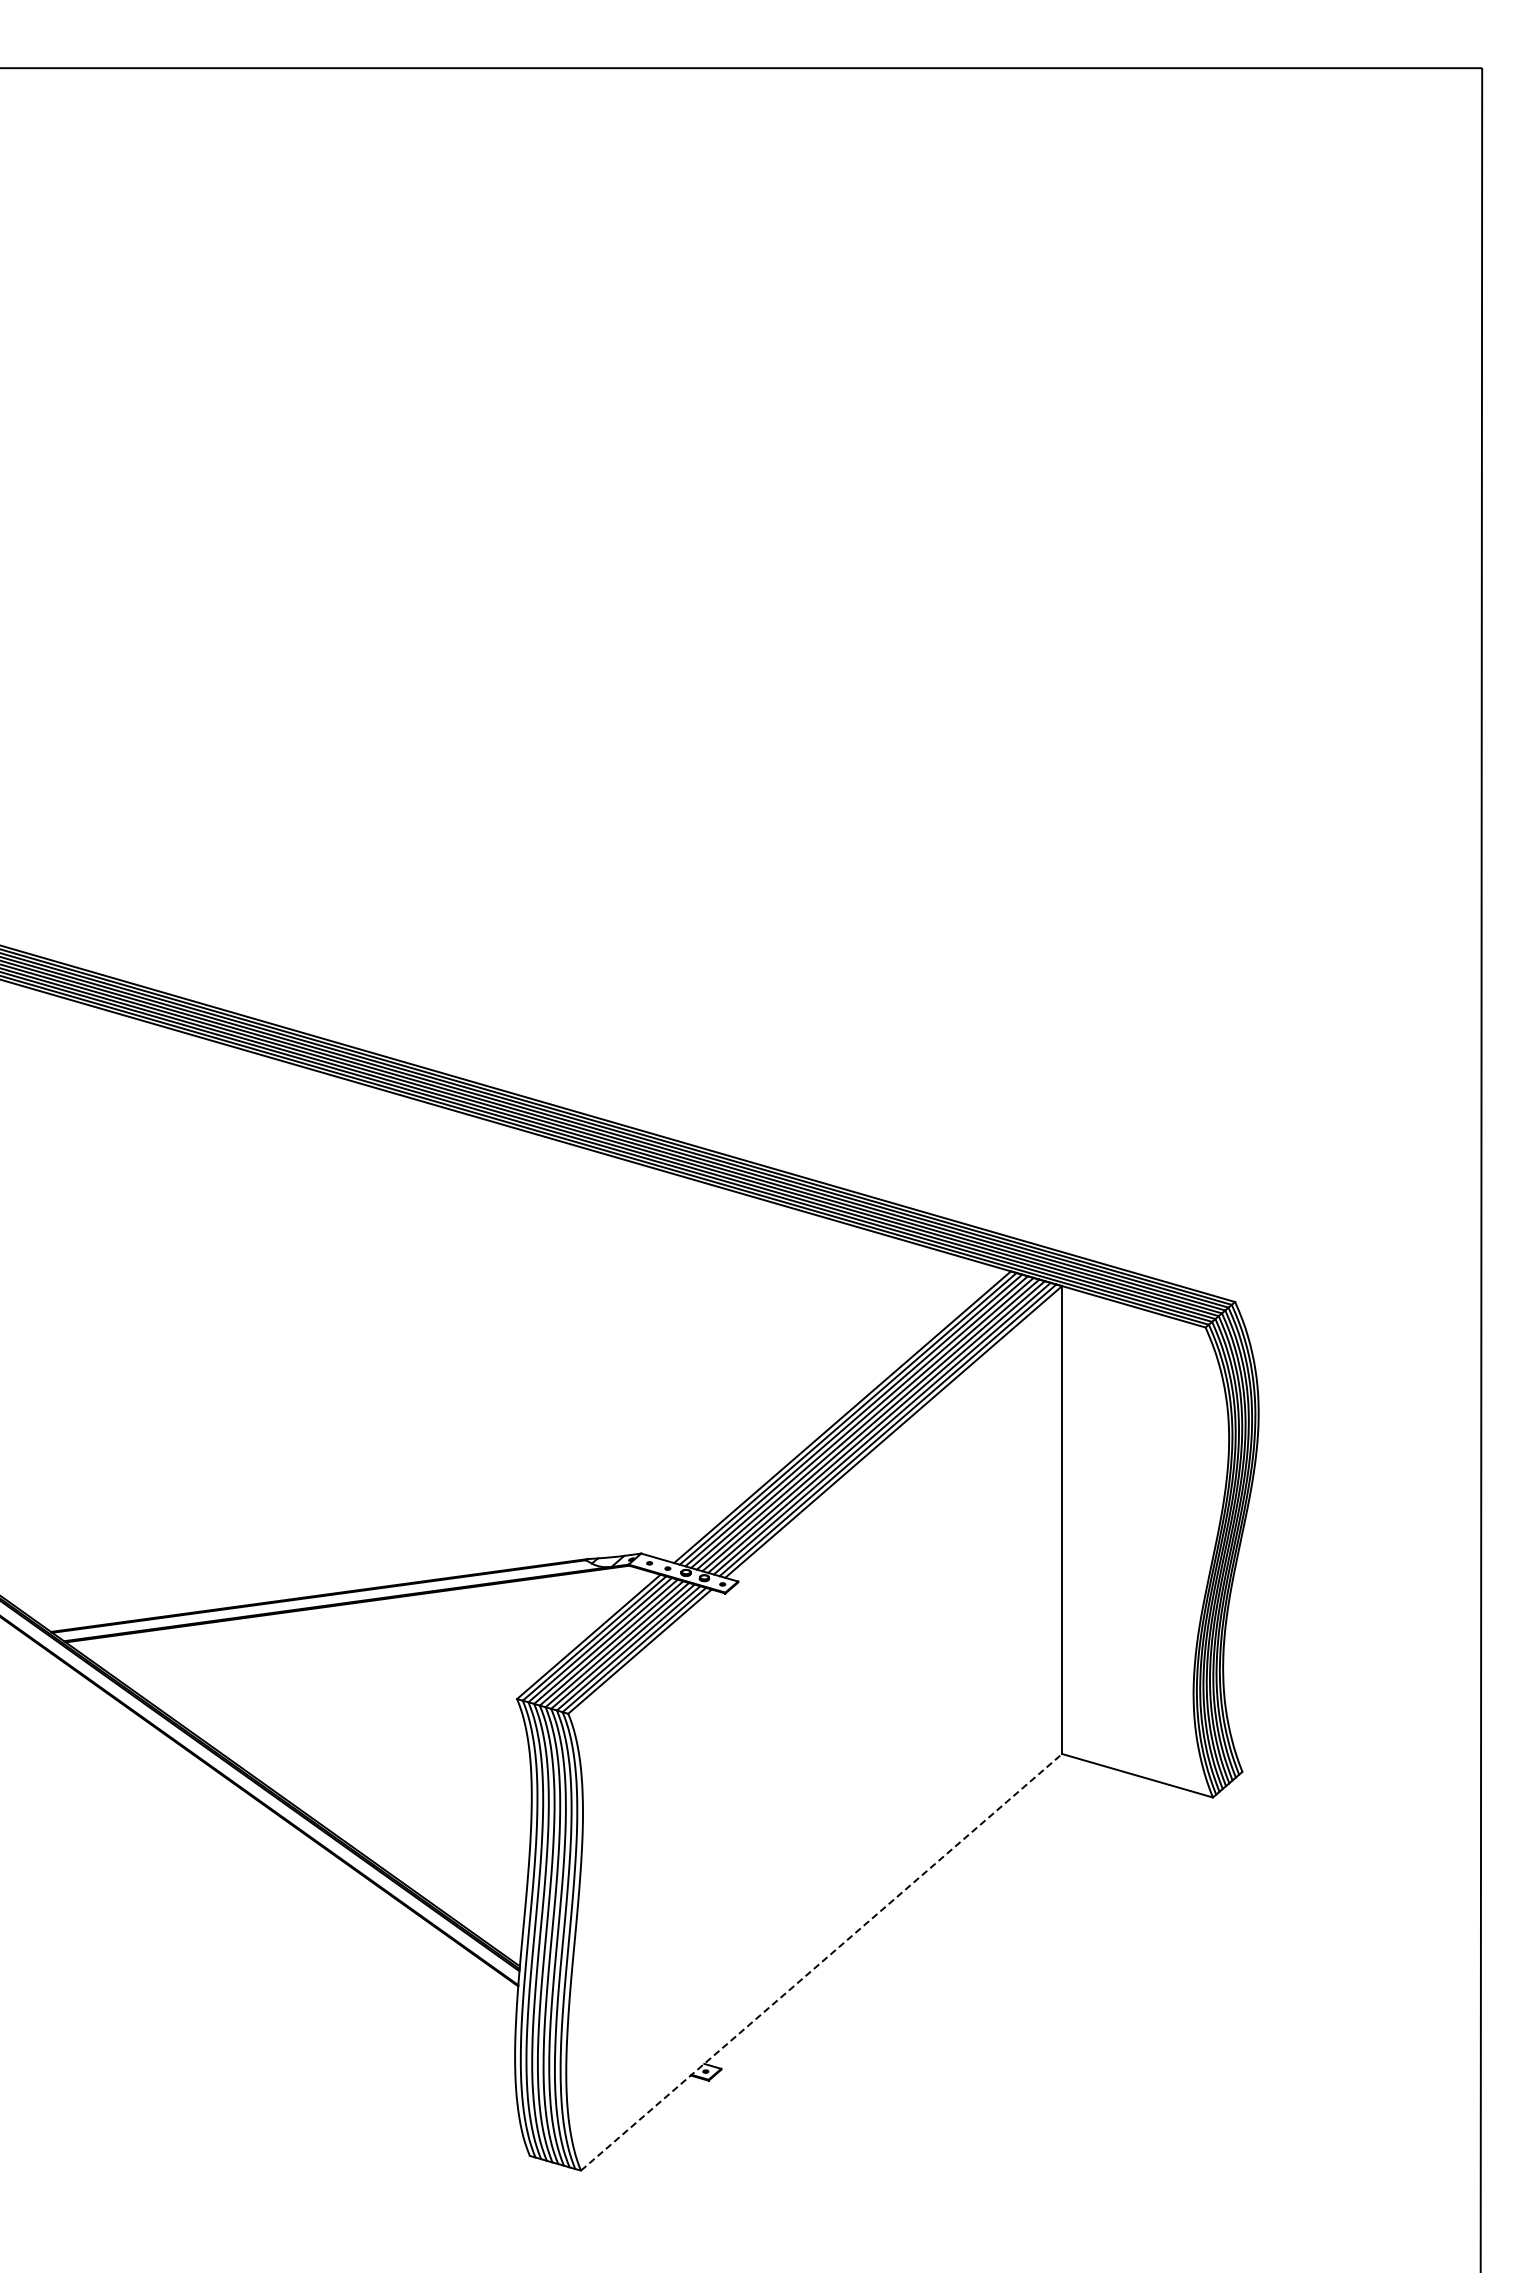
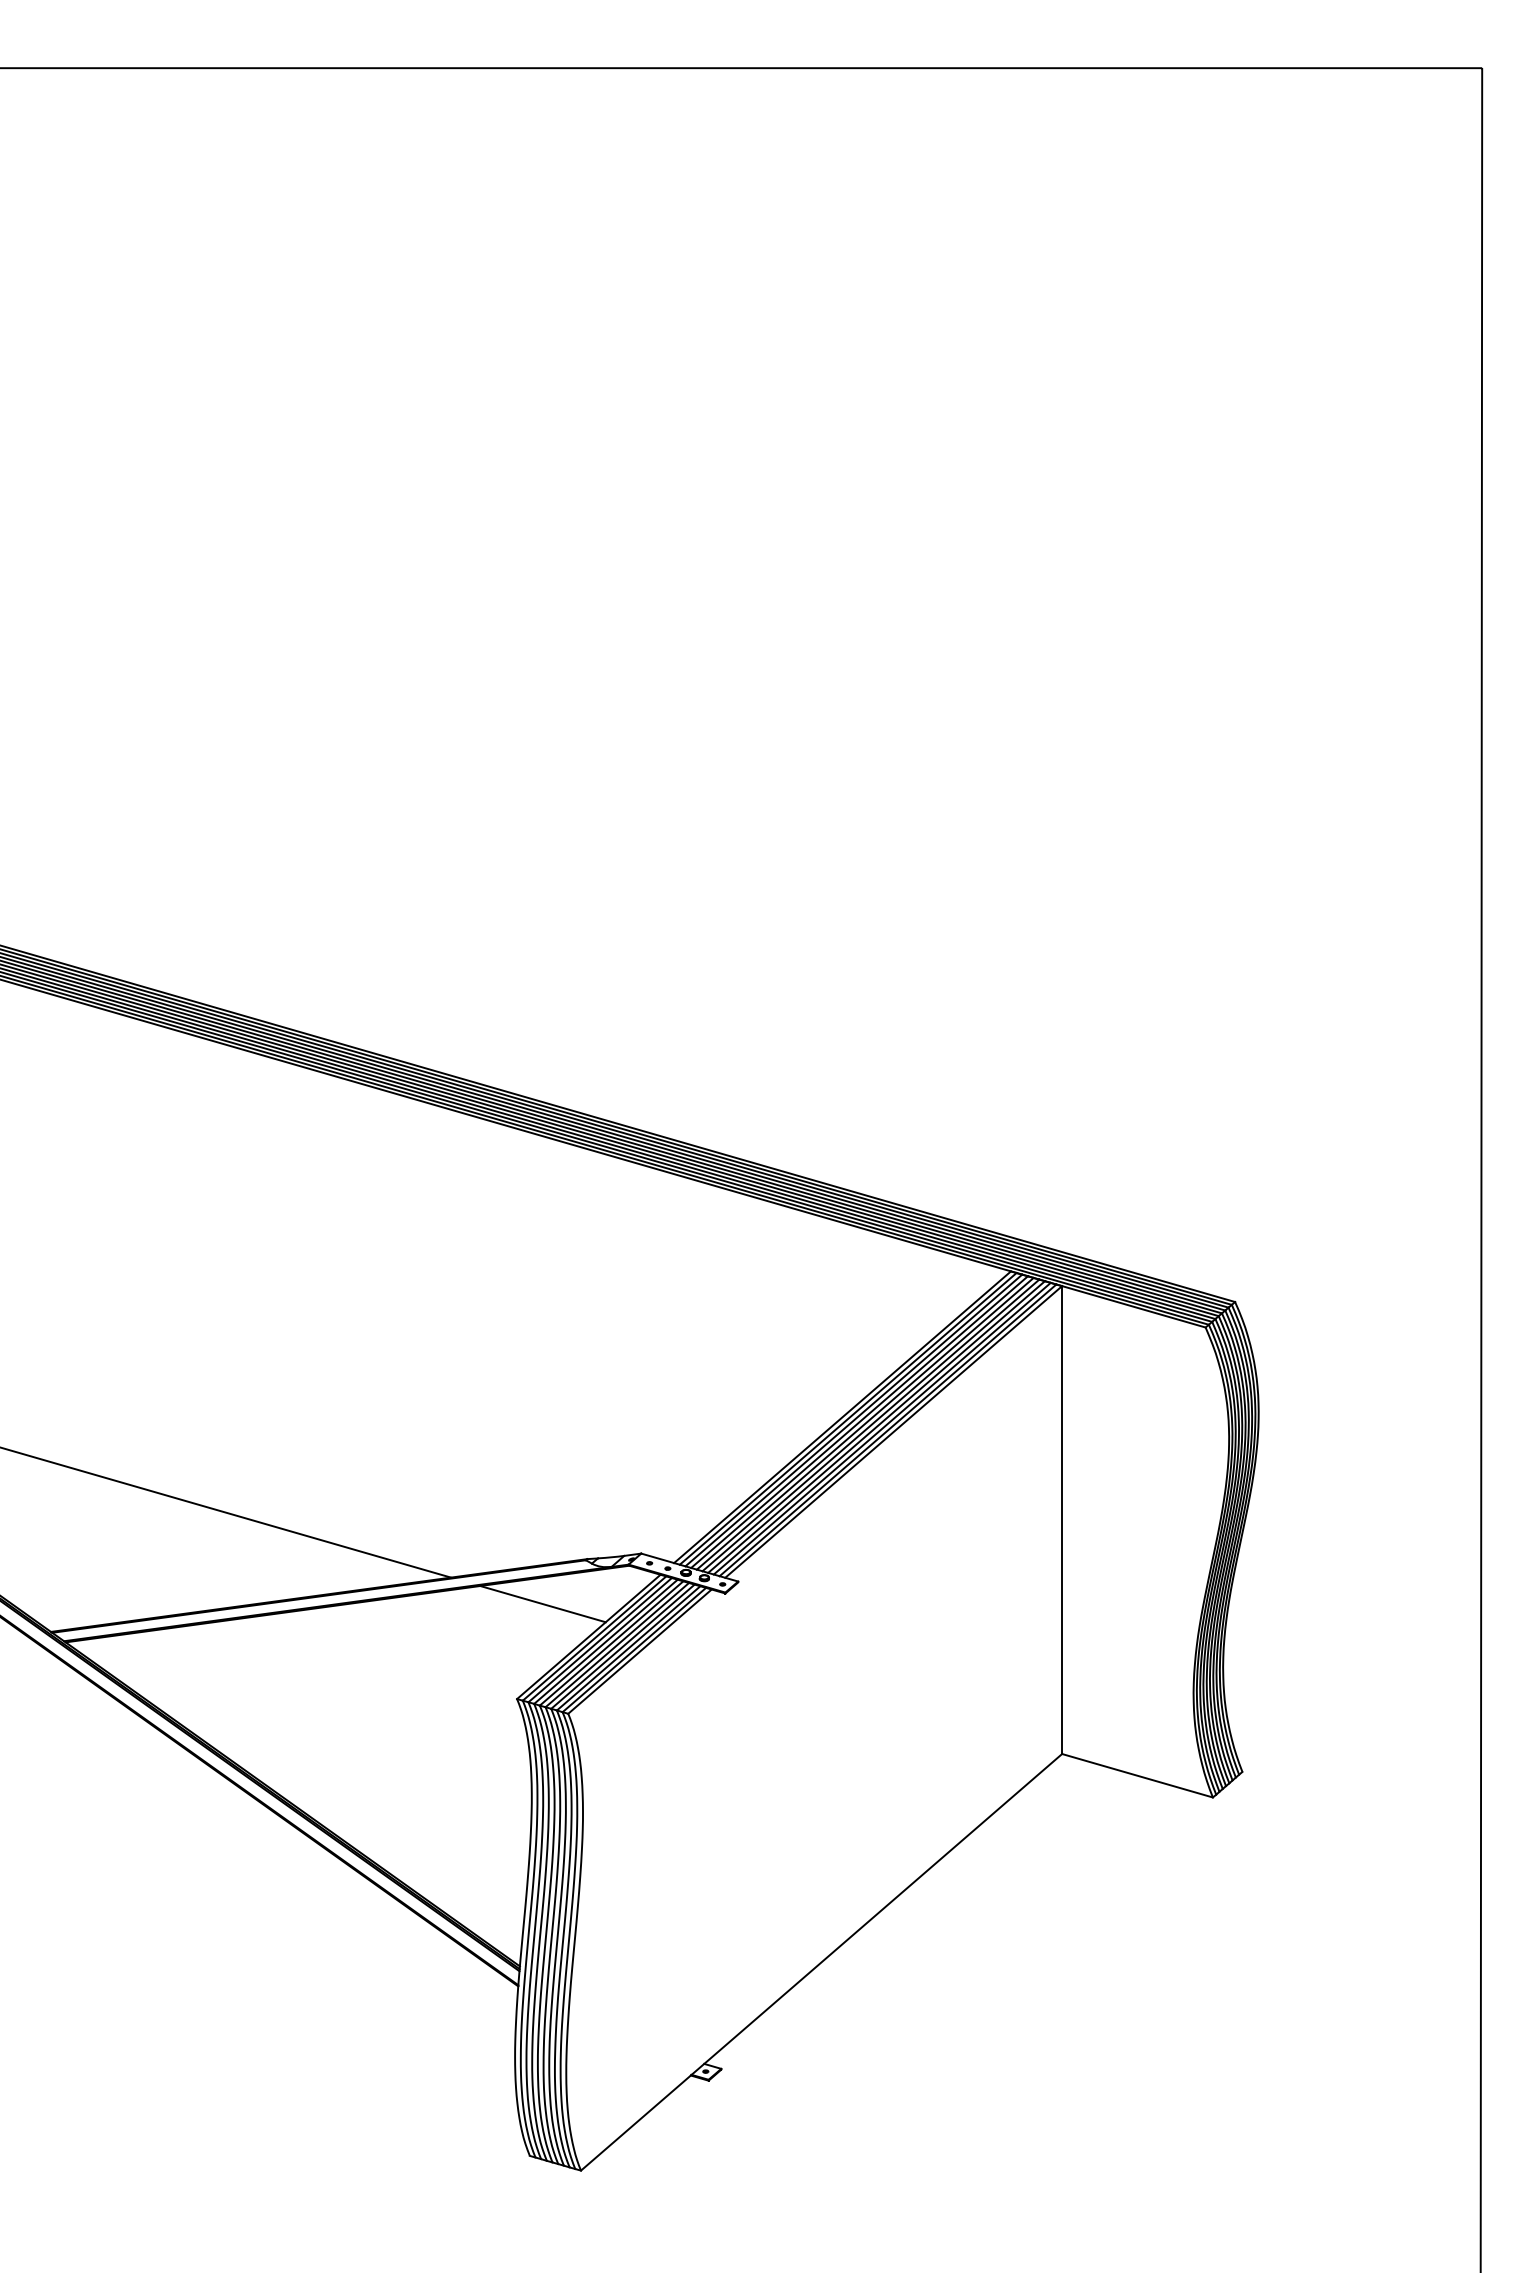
line at (226, 1512): none -> present
line at (542, 1604): none -> present
line at (821, 1962): dashed -> solid
